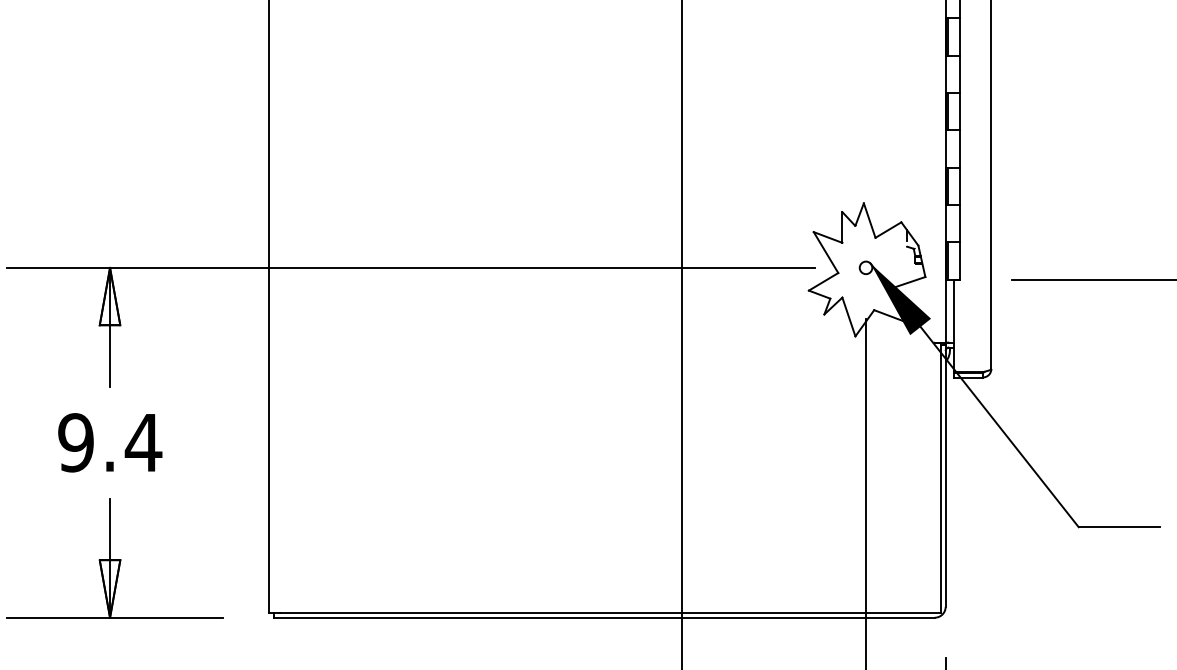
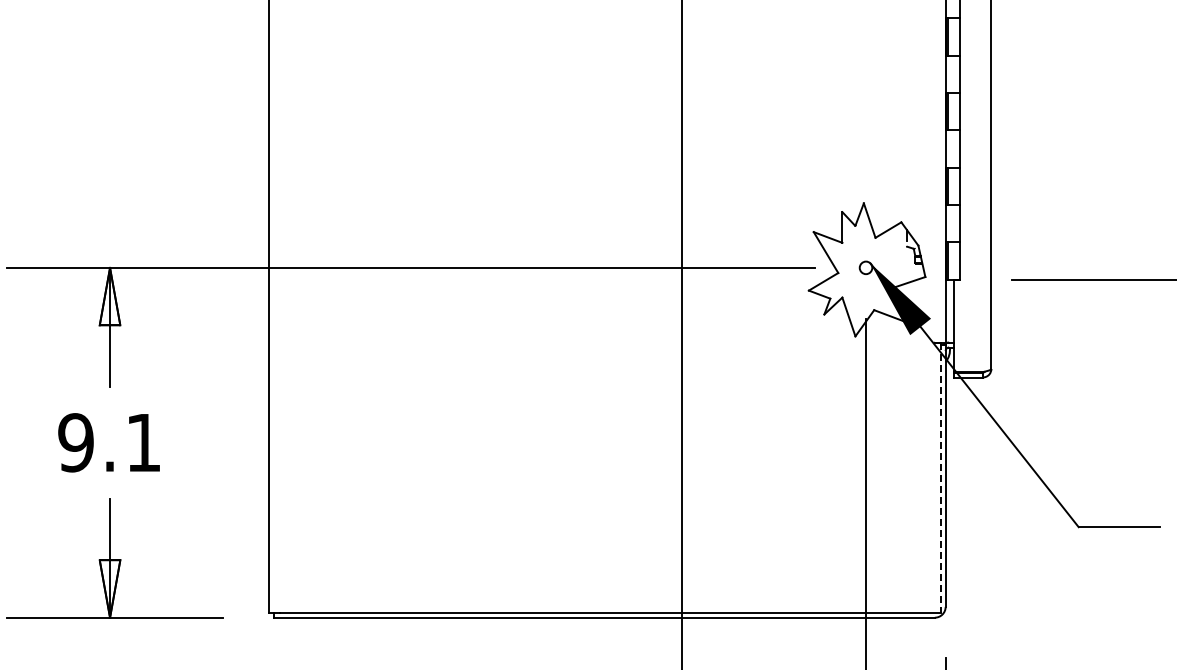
text at (143, 442): 9.4 -> 9.1
line at (940, 477): solid -> dashed
